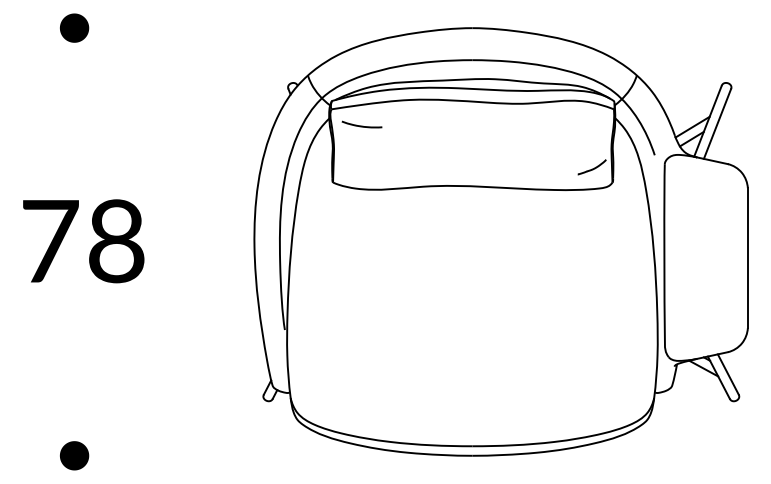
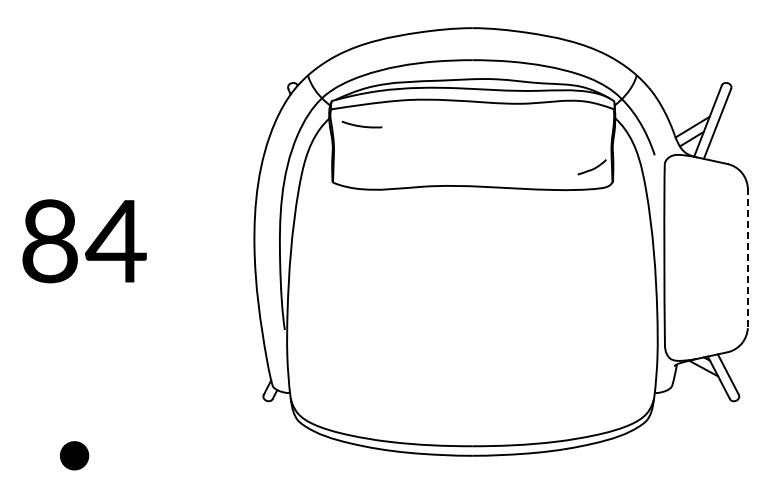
part at (74, 27): present -> none
text at (84, 241): 78 -> 84
line at (747, 258): solid -> dashed
